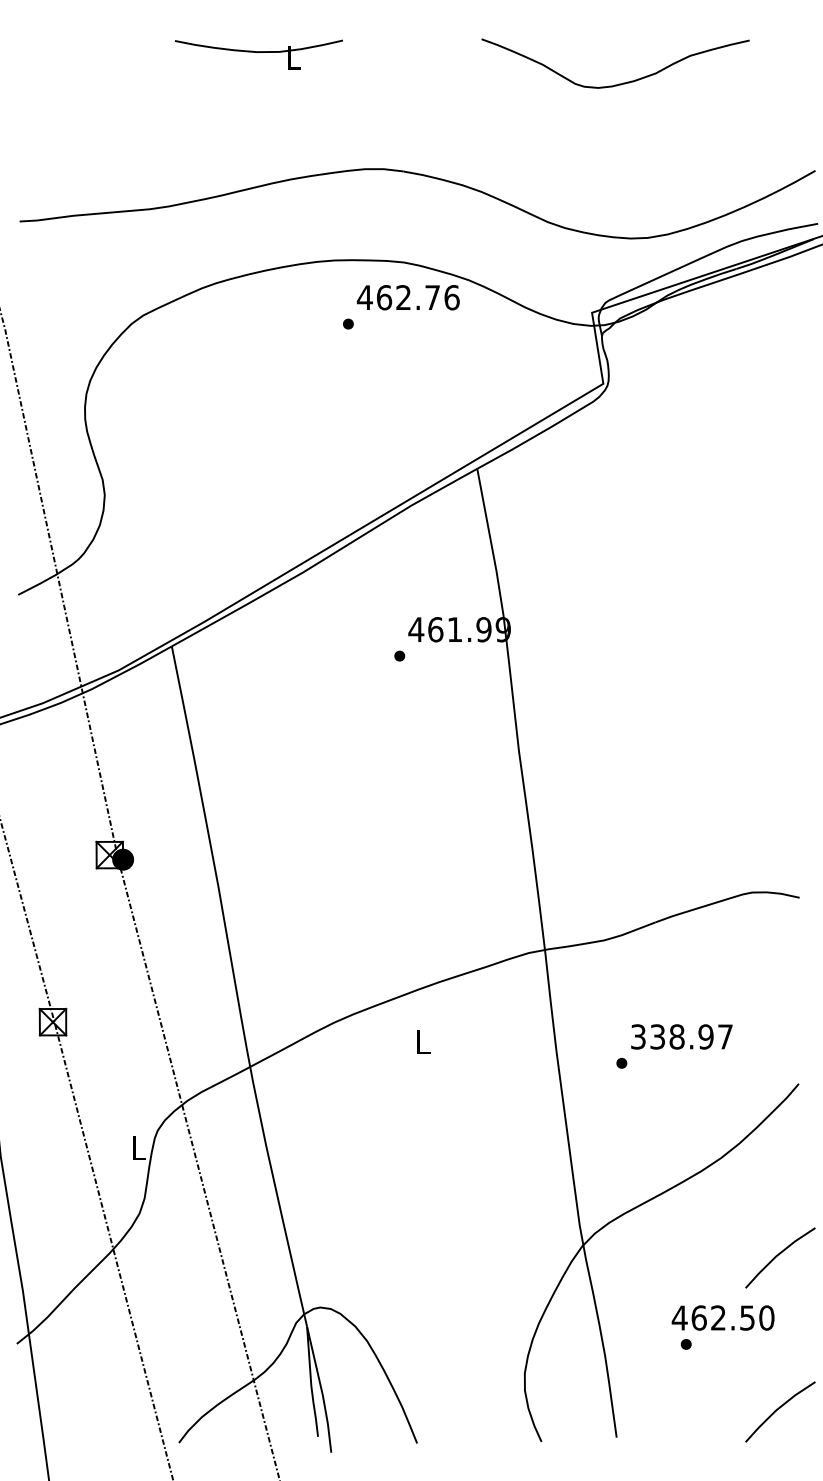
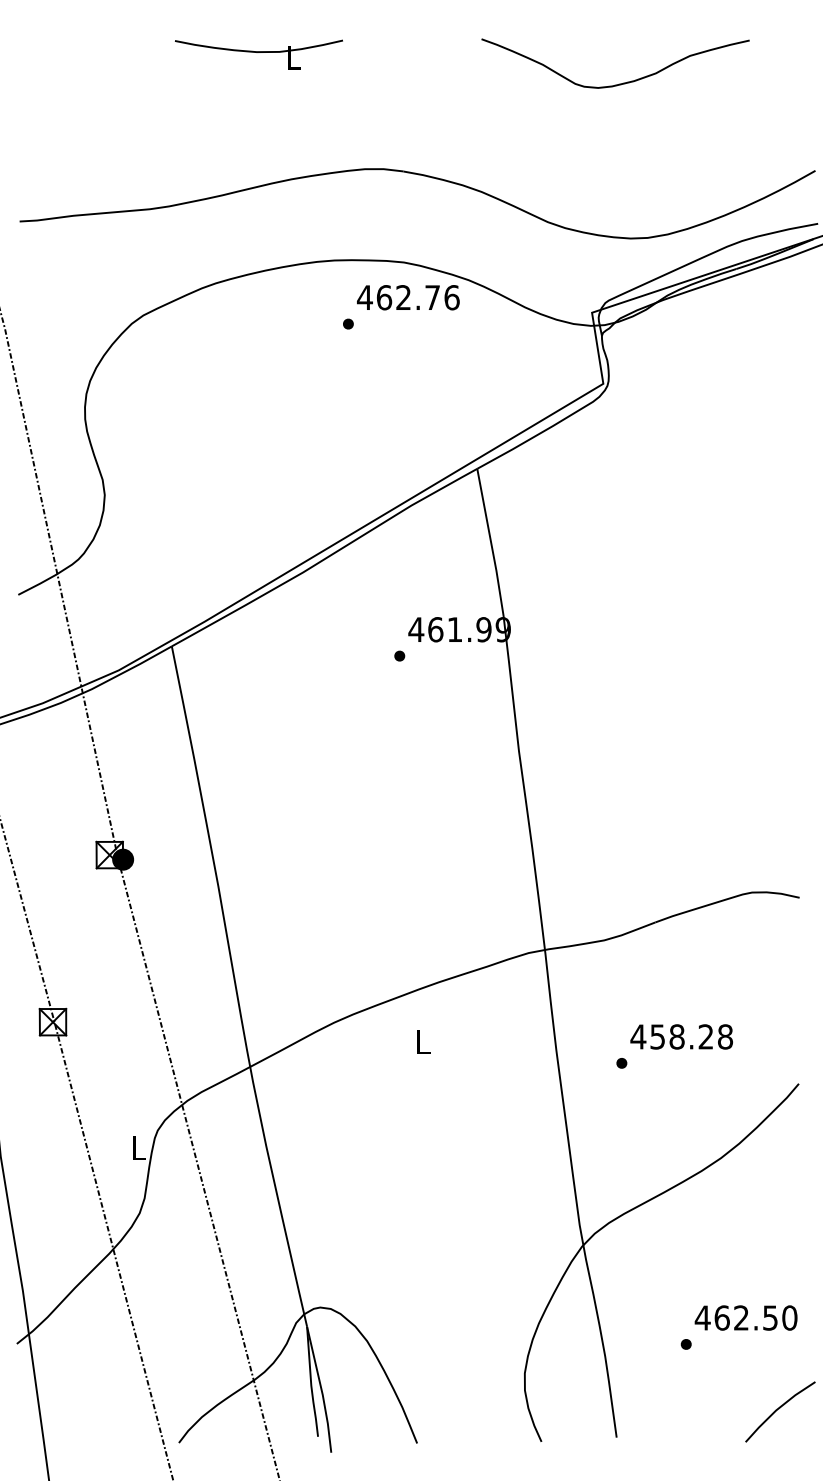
text at (681, 1036): 338.97 -> 458.28
line at (779, 1255): present -> none
text at (722, 1317) position: (722, 1317) -> (745, 1317)
